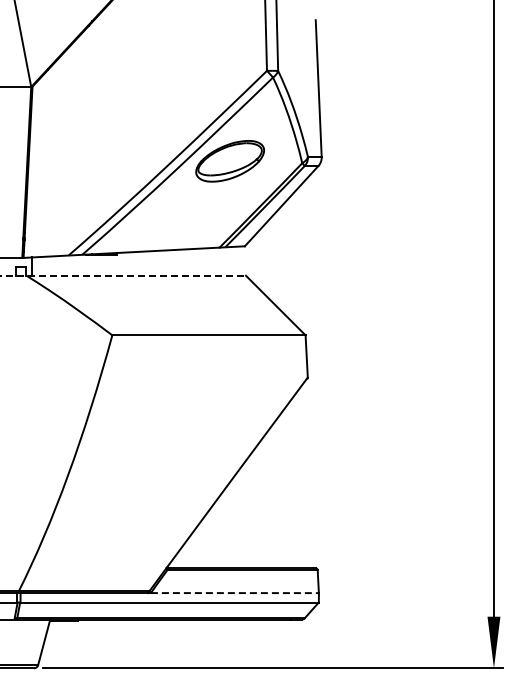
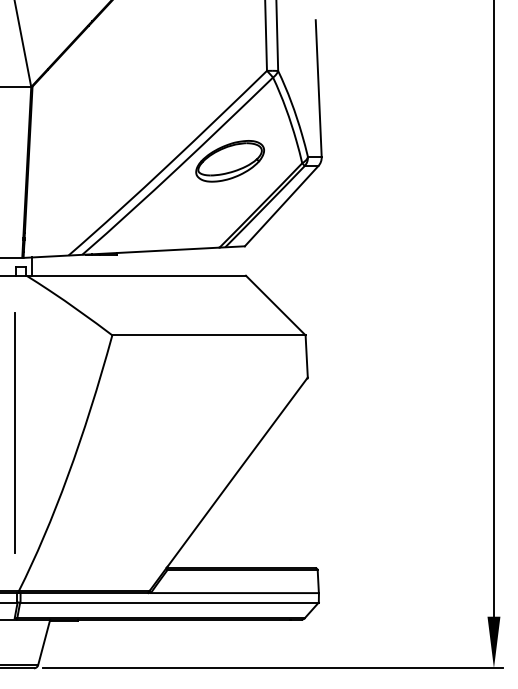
line at (123, 275): dashed -> solid
line at (15, 432): none -> present
line at (235, 593): dashed -> solid
